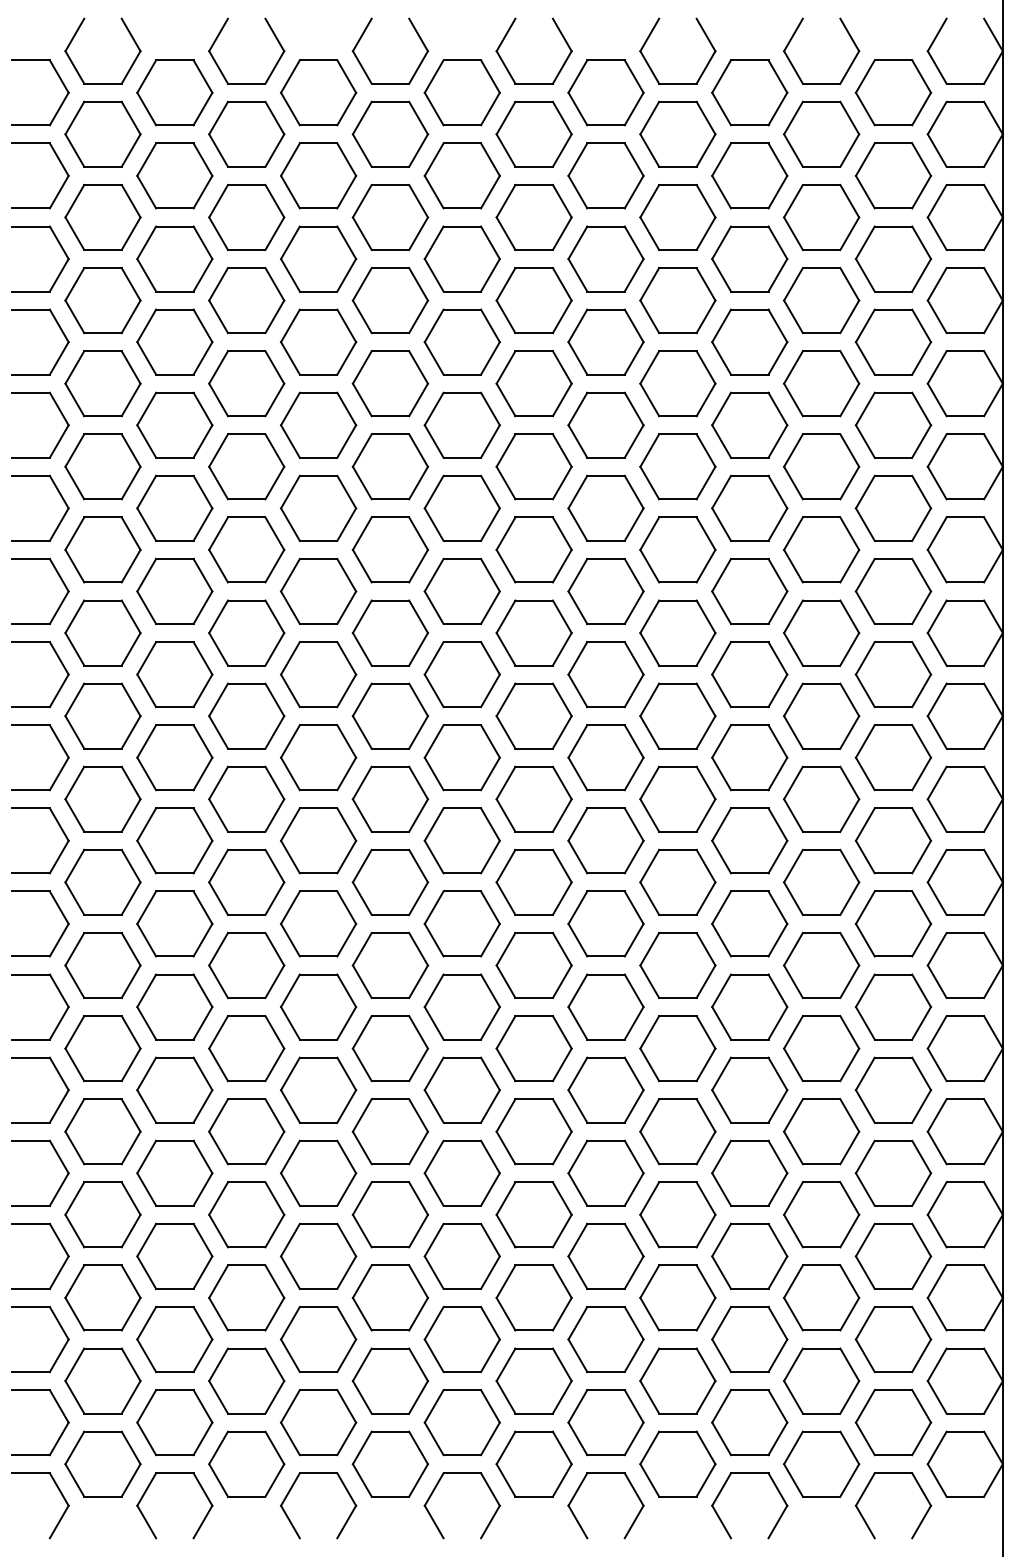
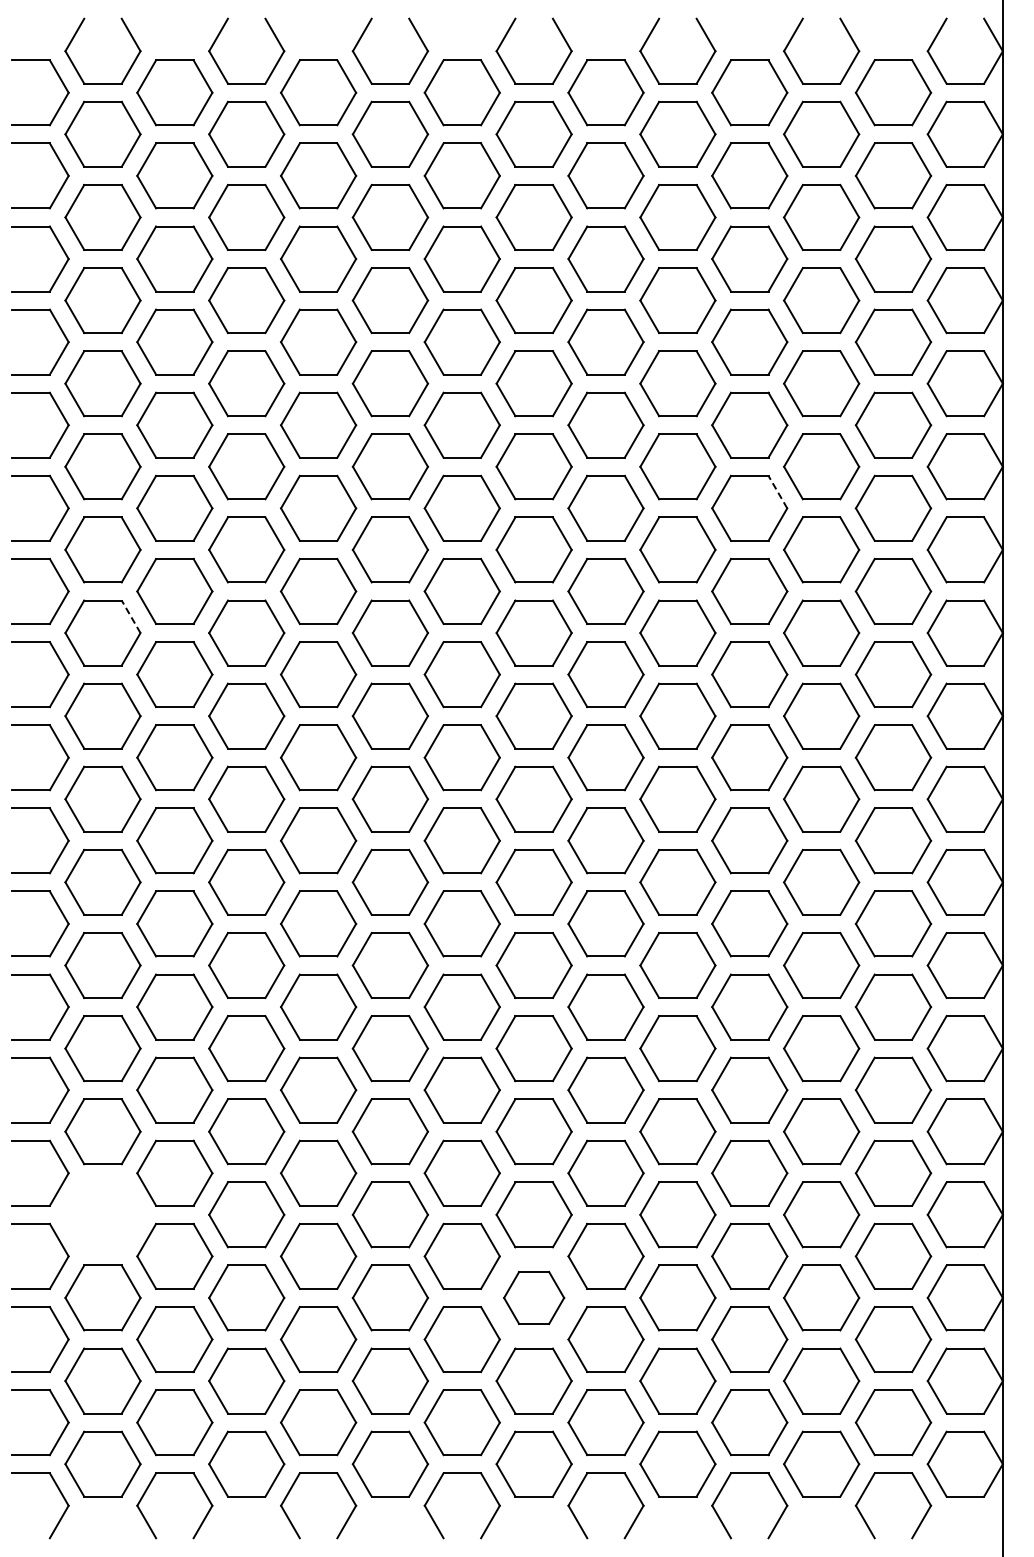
line at (777, 492): solid -> dashed
line at (131, 616): solid -> dashed
part at (102, 1214): present -> none
part at (533, 1297) size: 78x68 px -> 63x55 px
